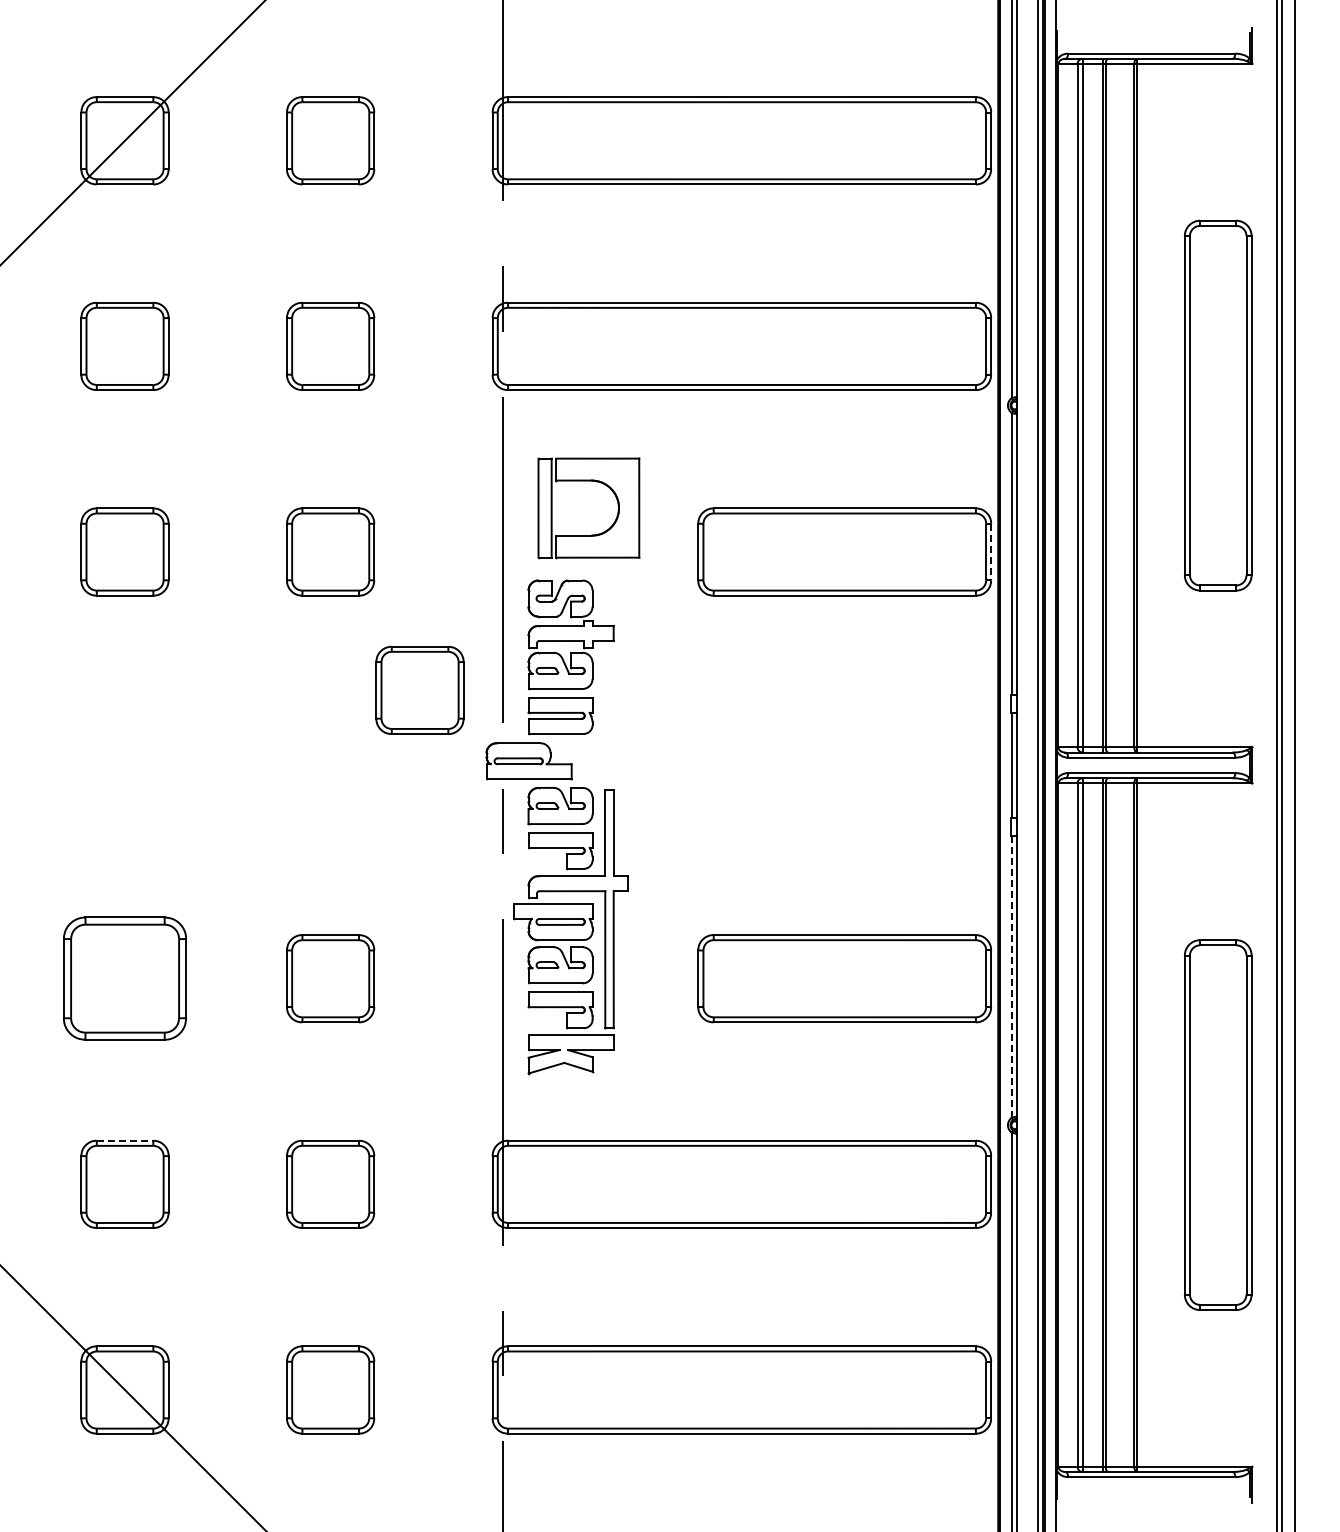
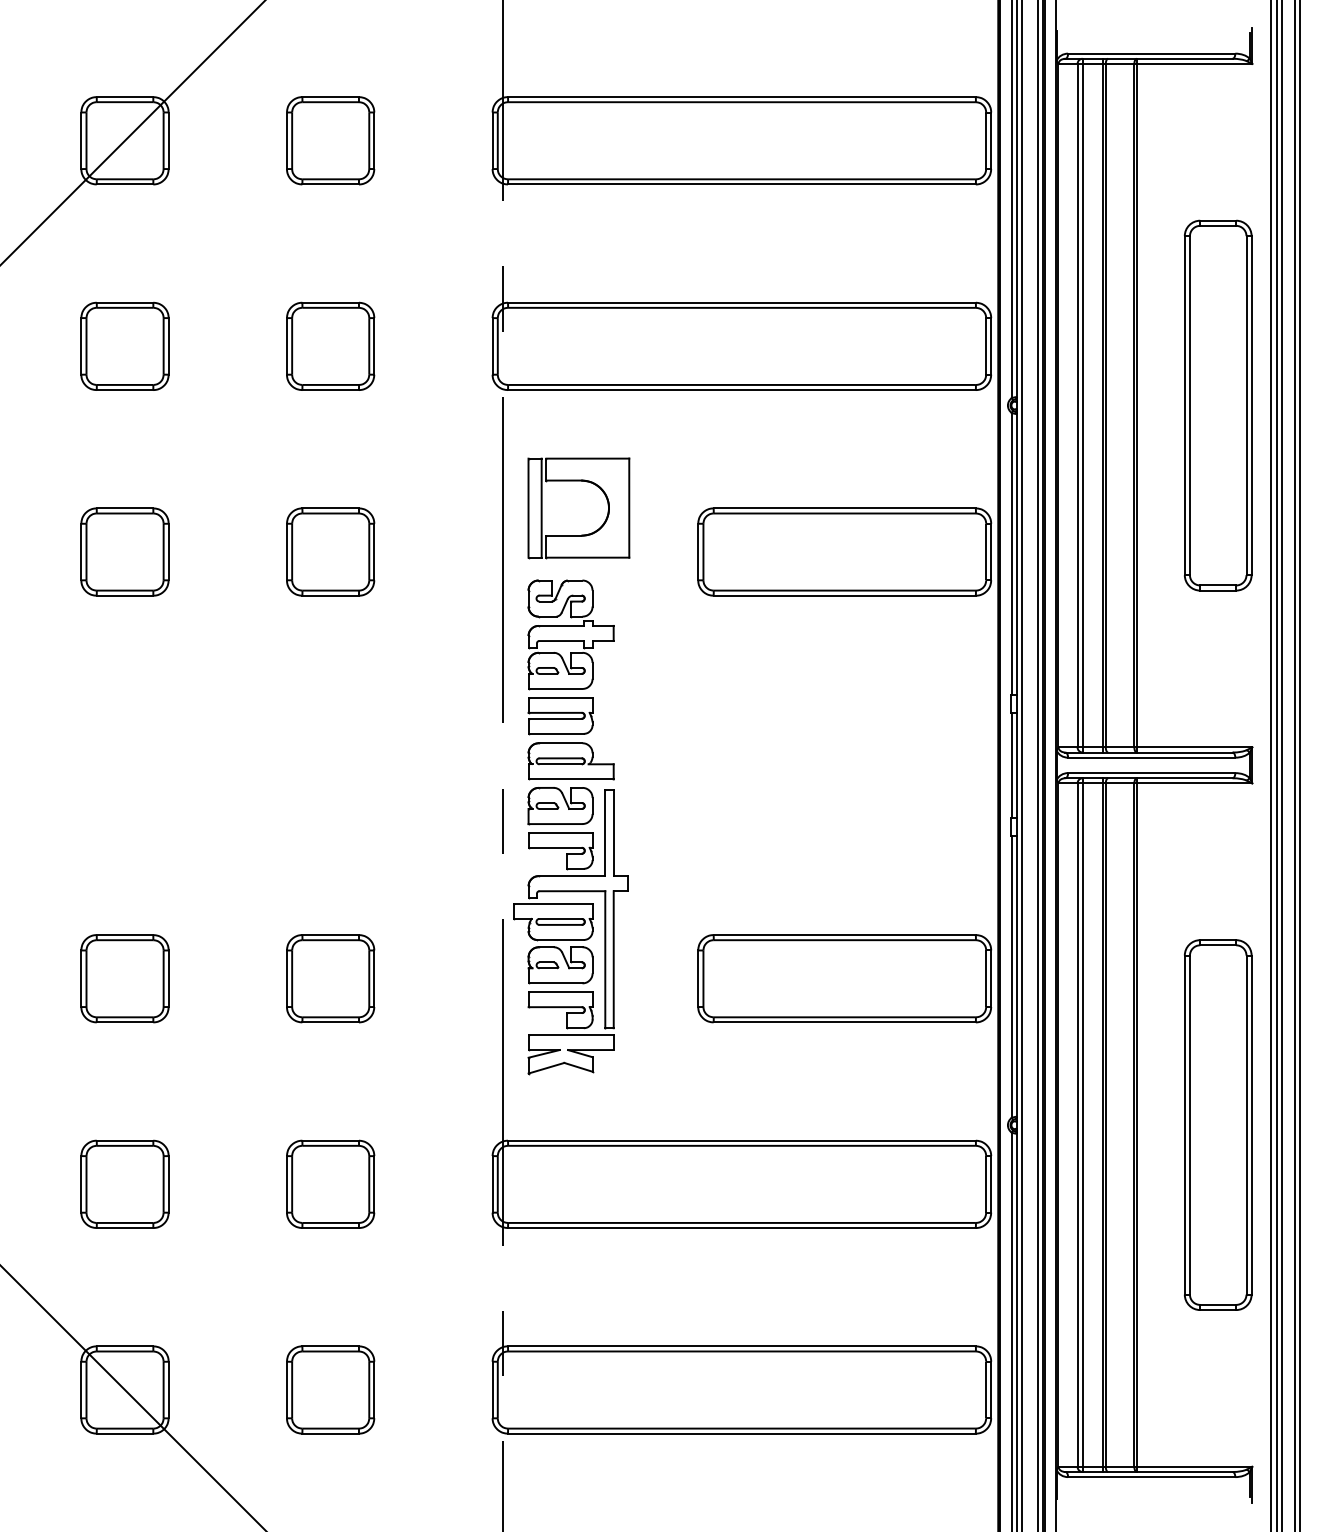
part at (591, 534) position: (591, 534) -> (581, 534)
line at (991, 552): dashed -> solid
part at (419, 689): present -> none
part at (528, 761) position: (528, 761) -> (570, 761)
line at (1022, 765): none -> present
line at (1271, 765): none -> present
line at (1299, 765): none -> present
line at (1011, 976): dashed -> solid
part at (125, 978) size: 125x125 px -> 90x90 px
line at (125, 1140): dashed -> solid
